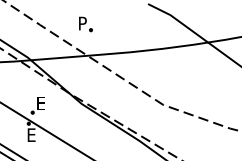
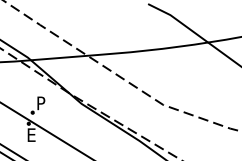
part at (85, 24): present -> none
text at (41, 103): E -> P
